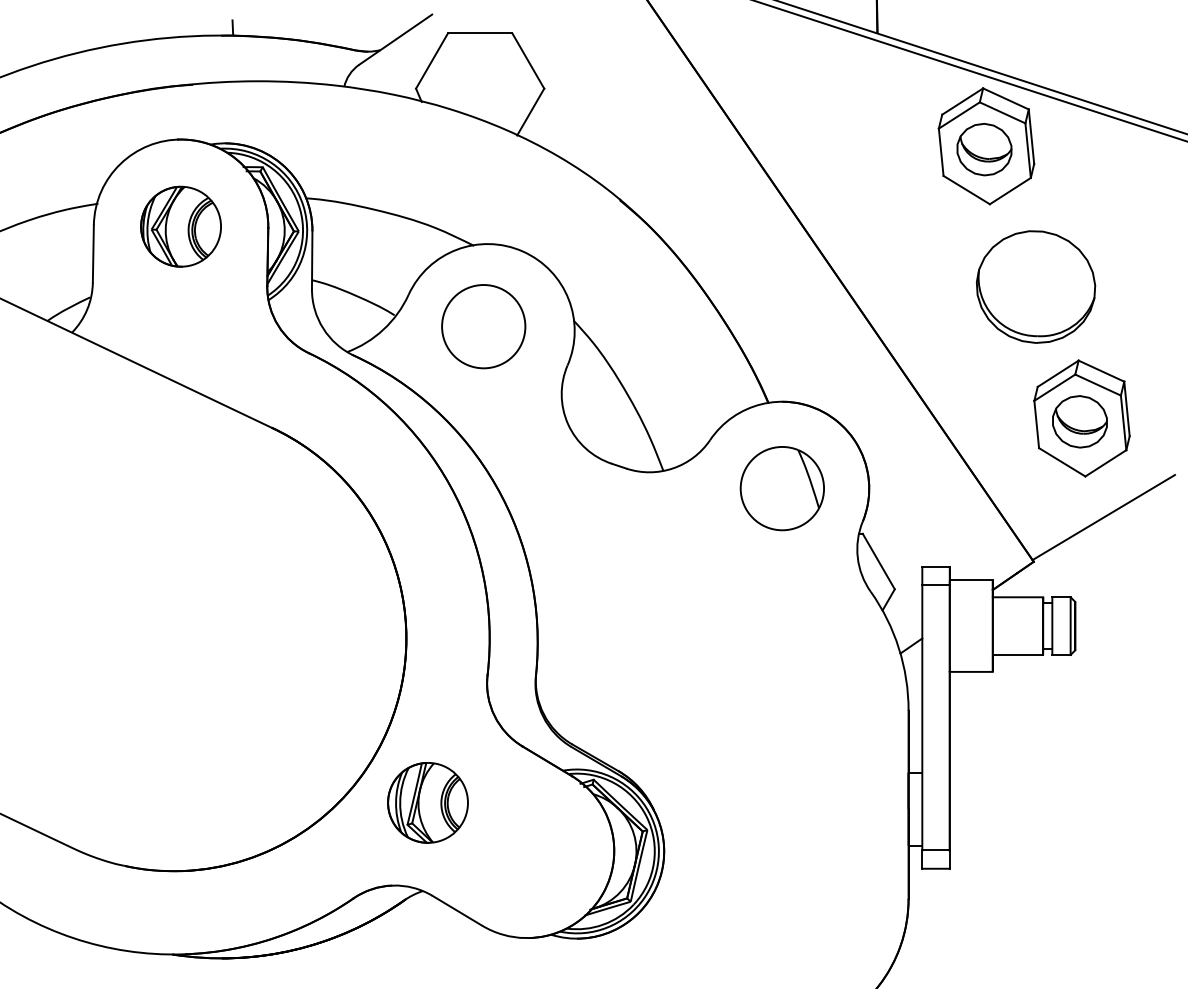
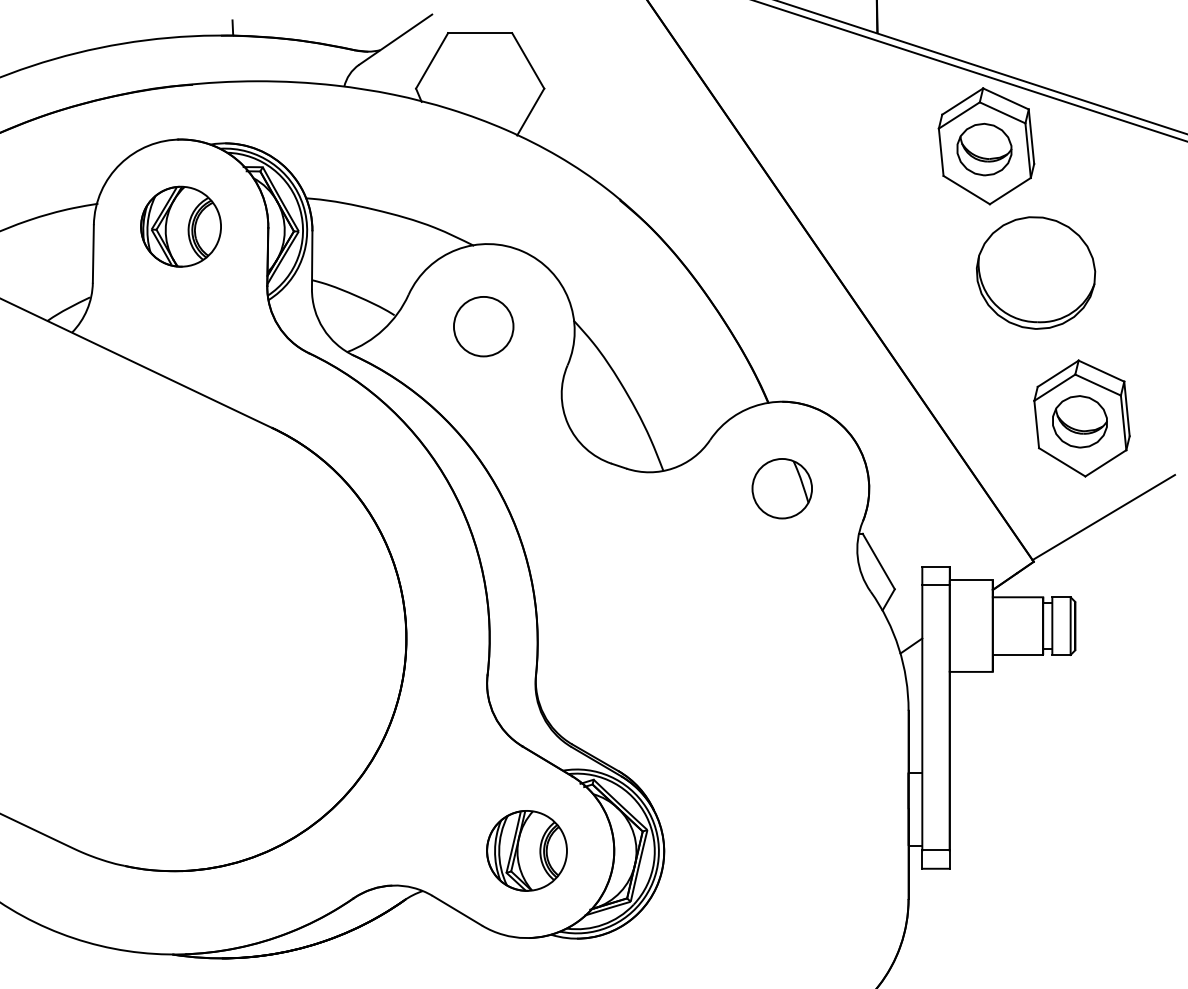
part at (1035, 286) position: (1035, 286) -> (1035, 272)
circle at (483, 326) diameter: 83 px -> 60 px
part at (781, 488) size: 86x86 px -> 62x62 px
part at (427, 802) position: (427, 802) -> (526, 850)
